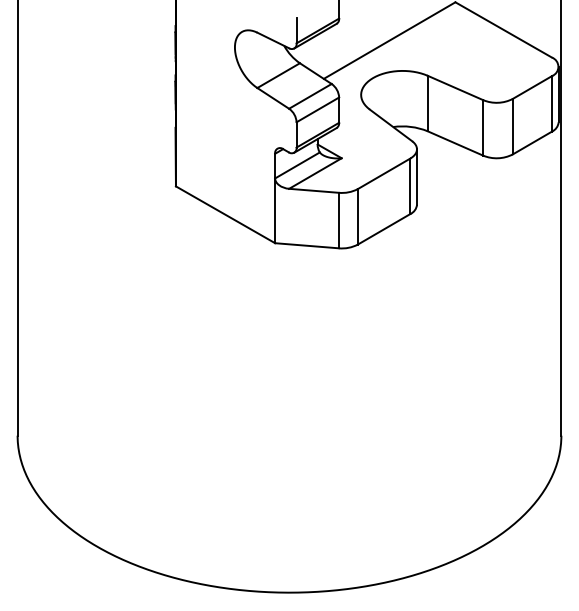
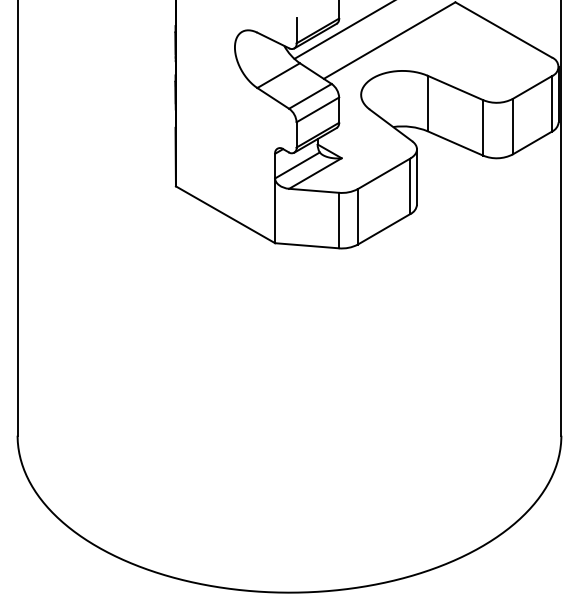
line at (342, 30): none -> present
